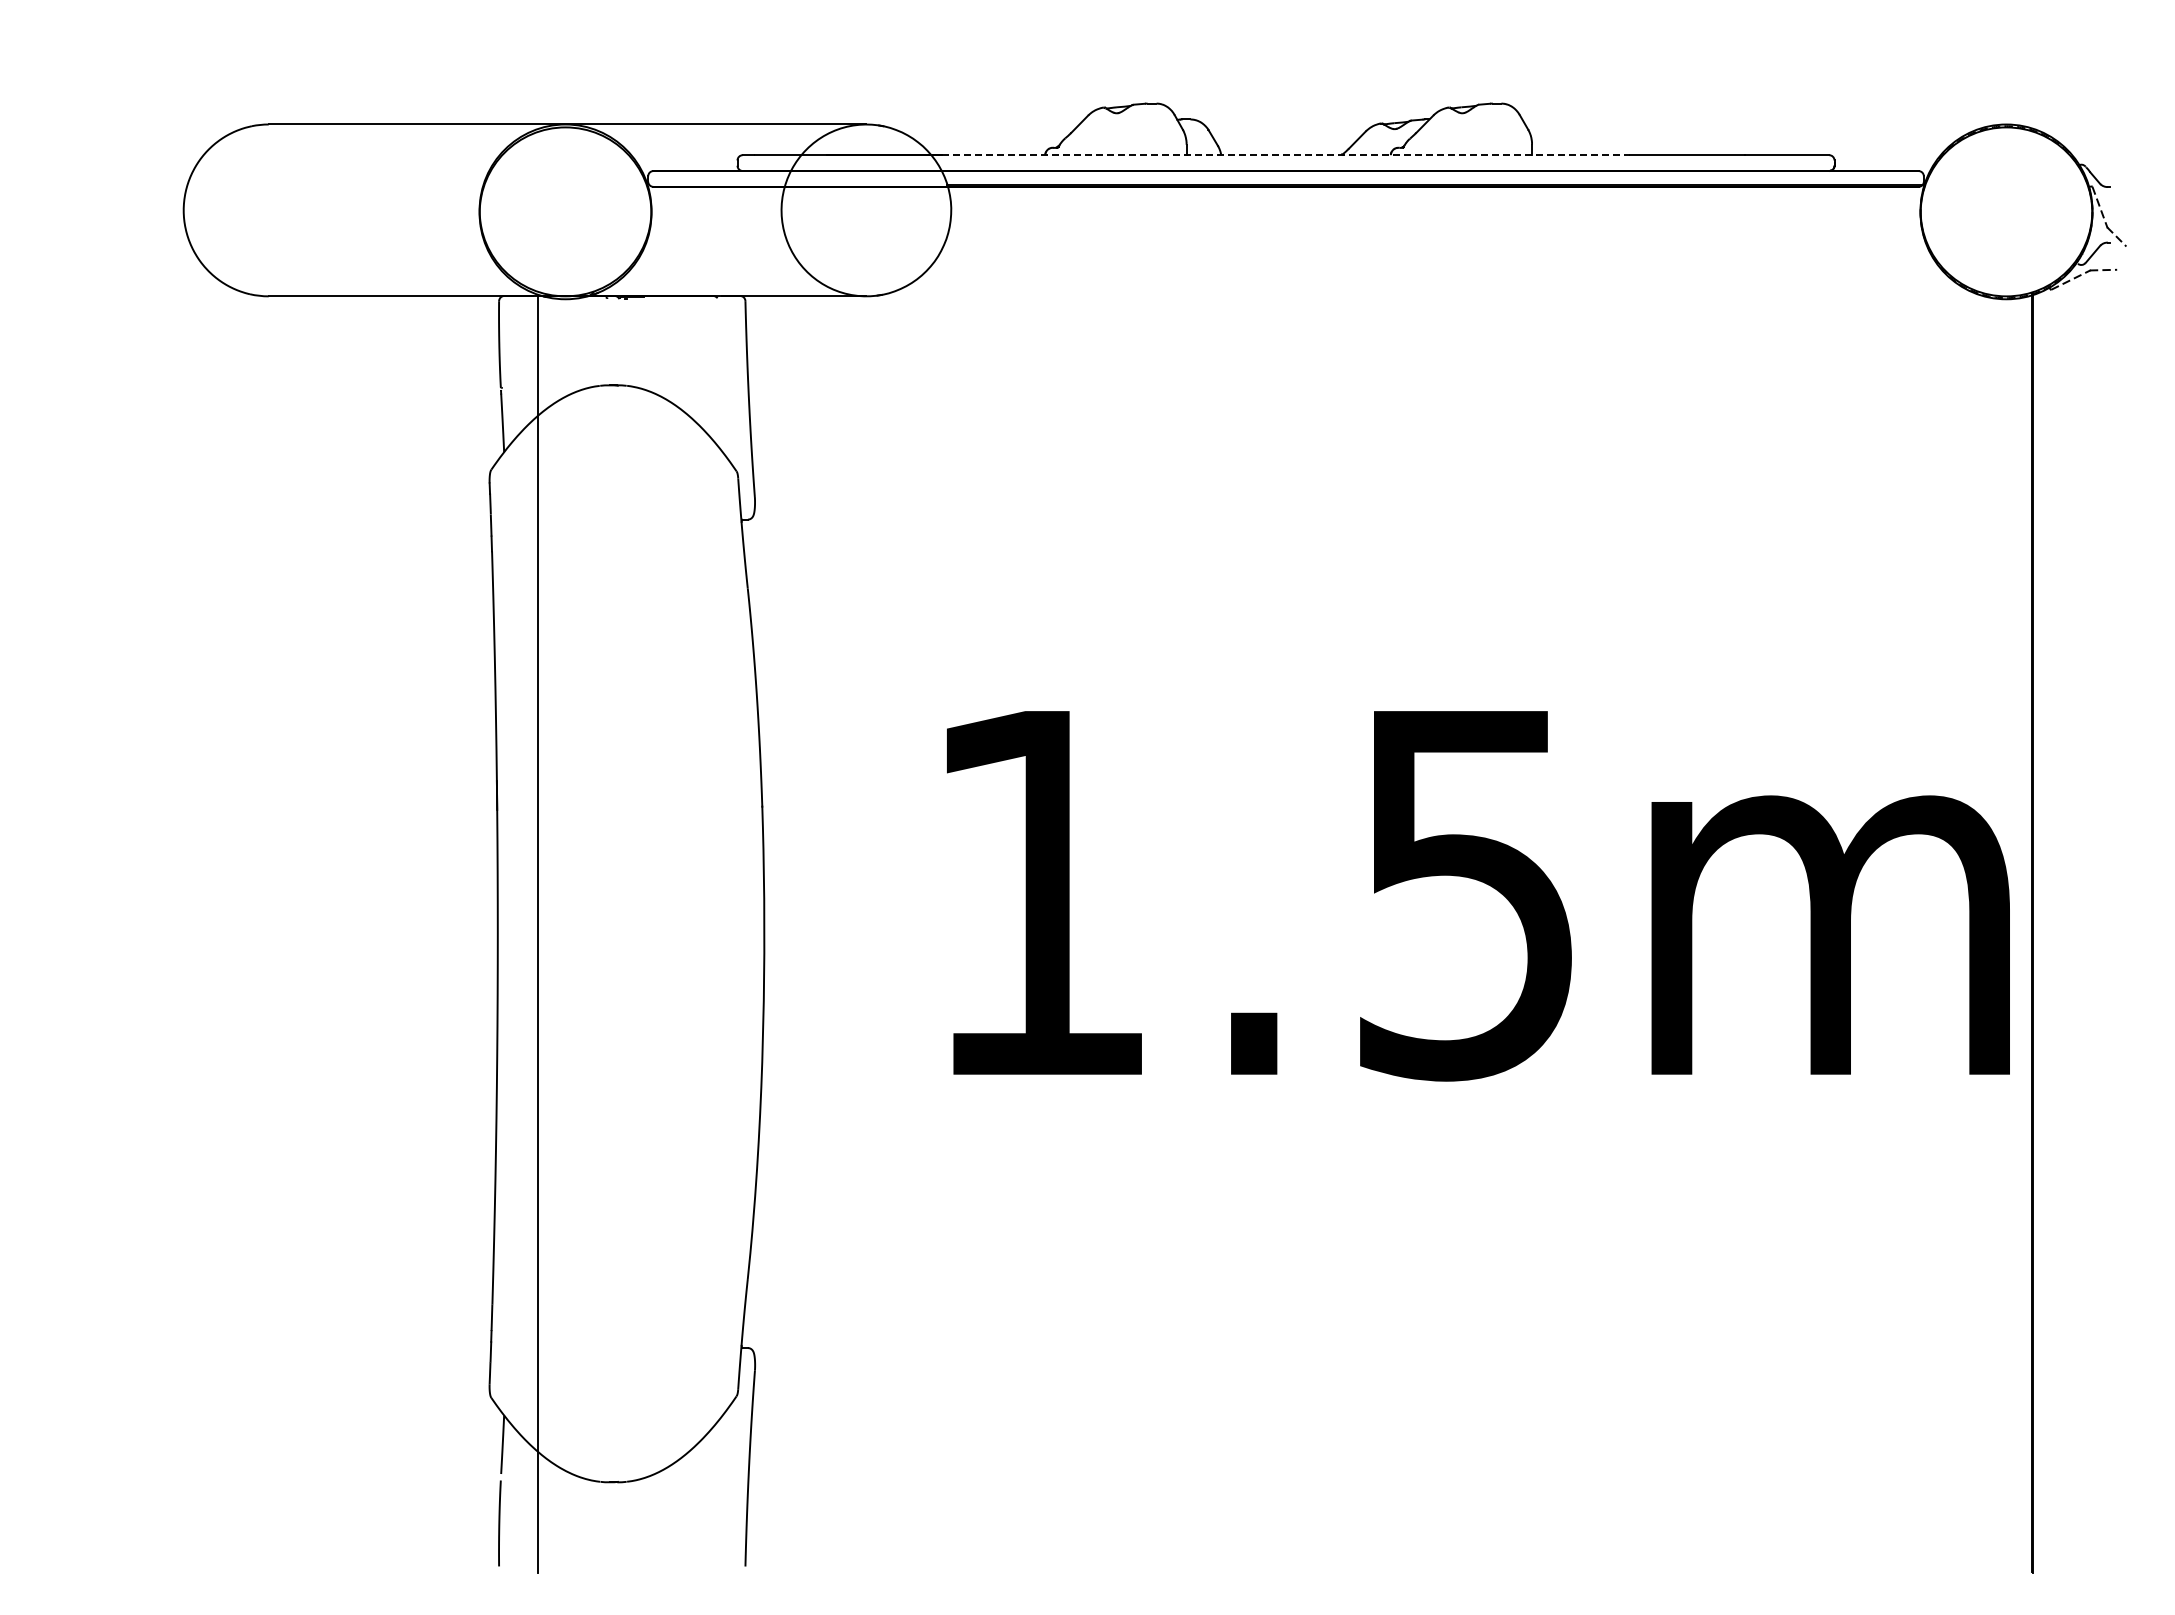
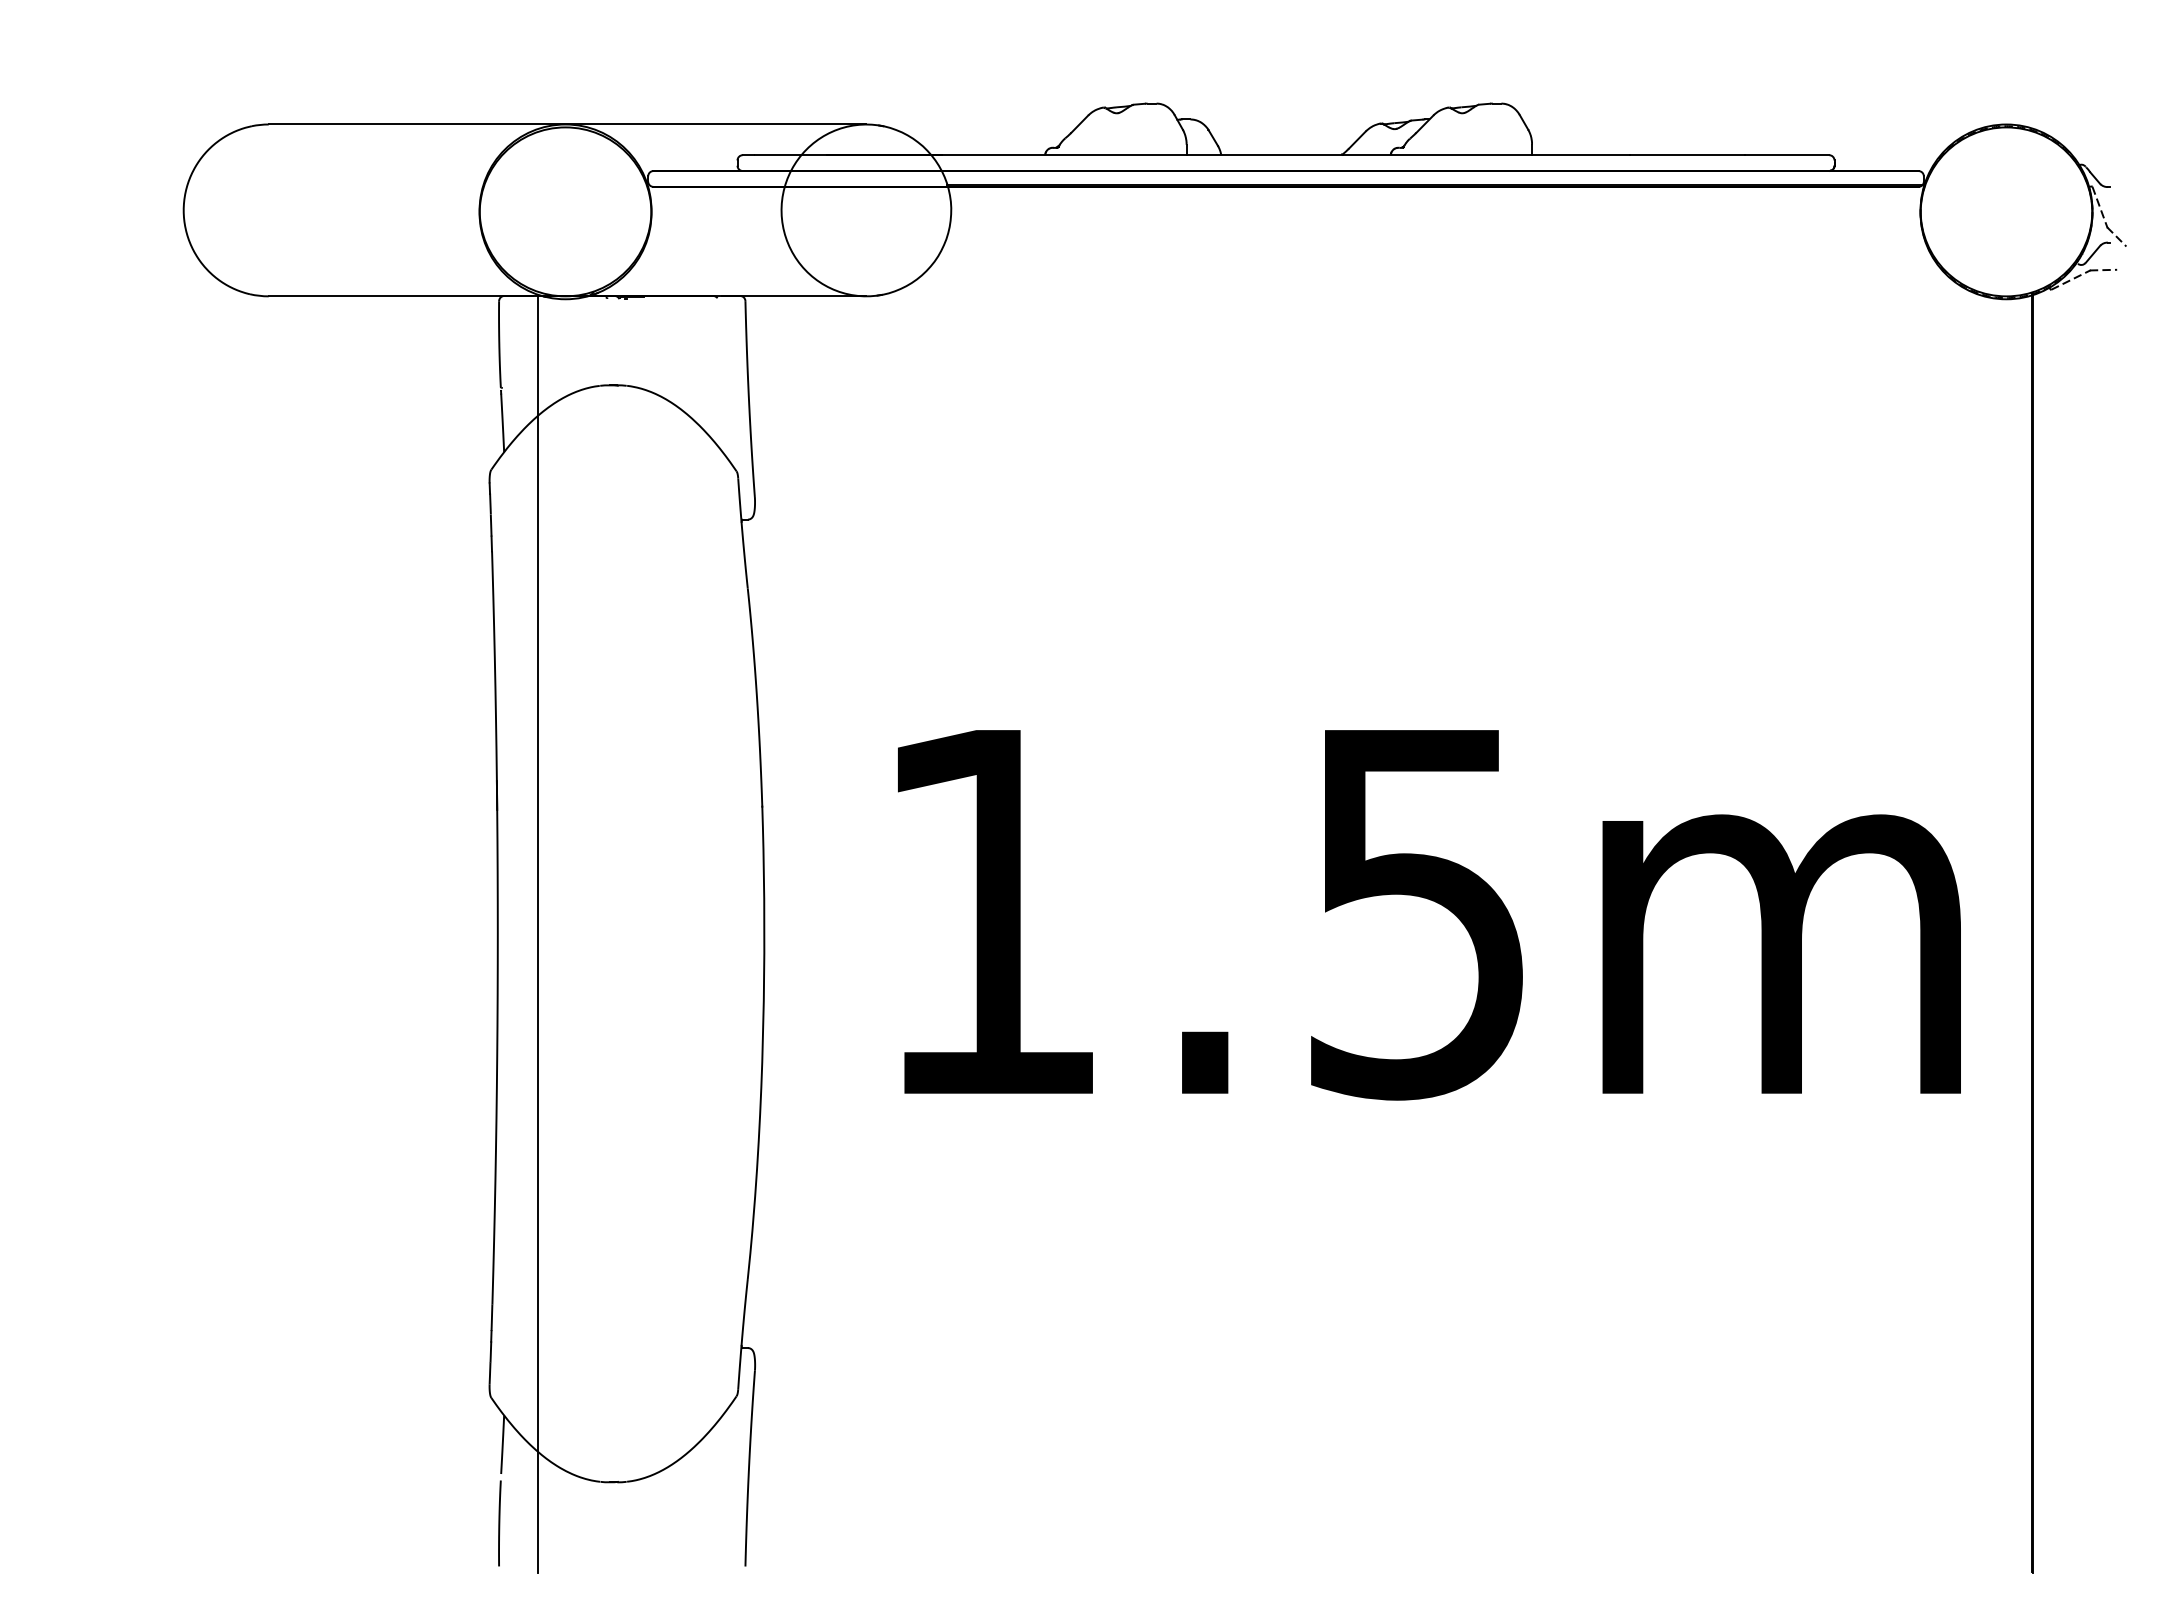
line at (1286, 155): dashed -> solid
text at (1478, 896) position: (1478, 896) -> (1429, 915)
